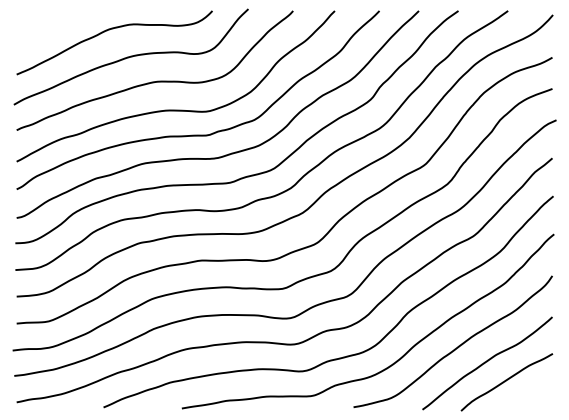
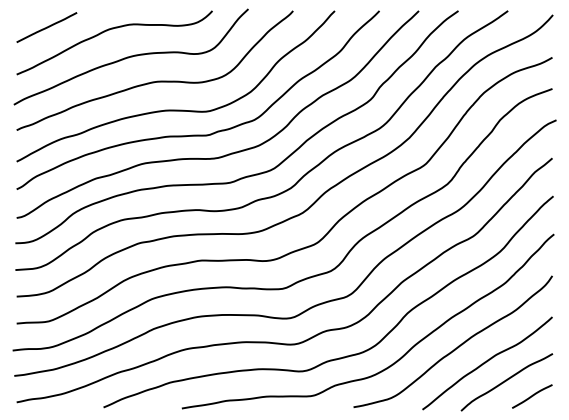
line at (46, 27): none -> present
line at (532, 396): none -> present
